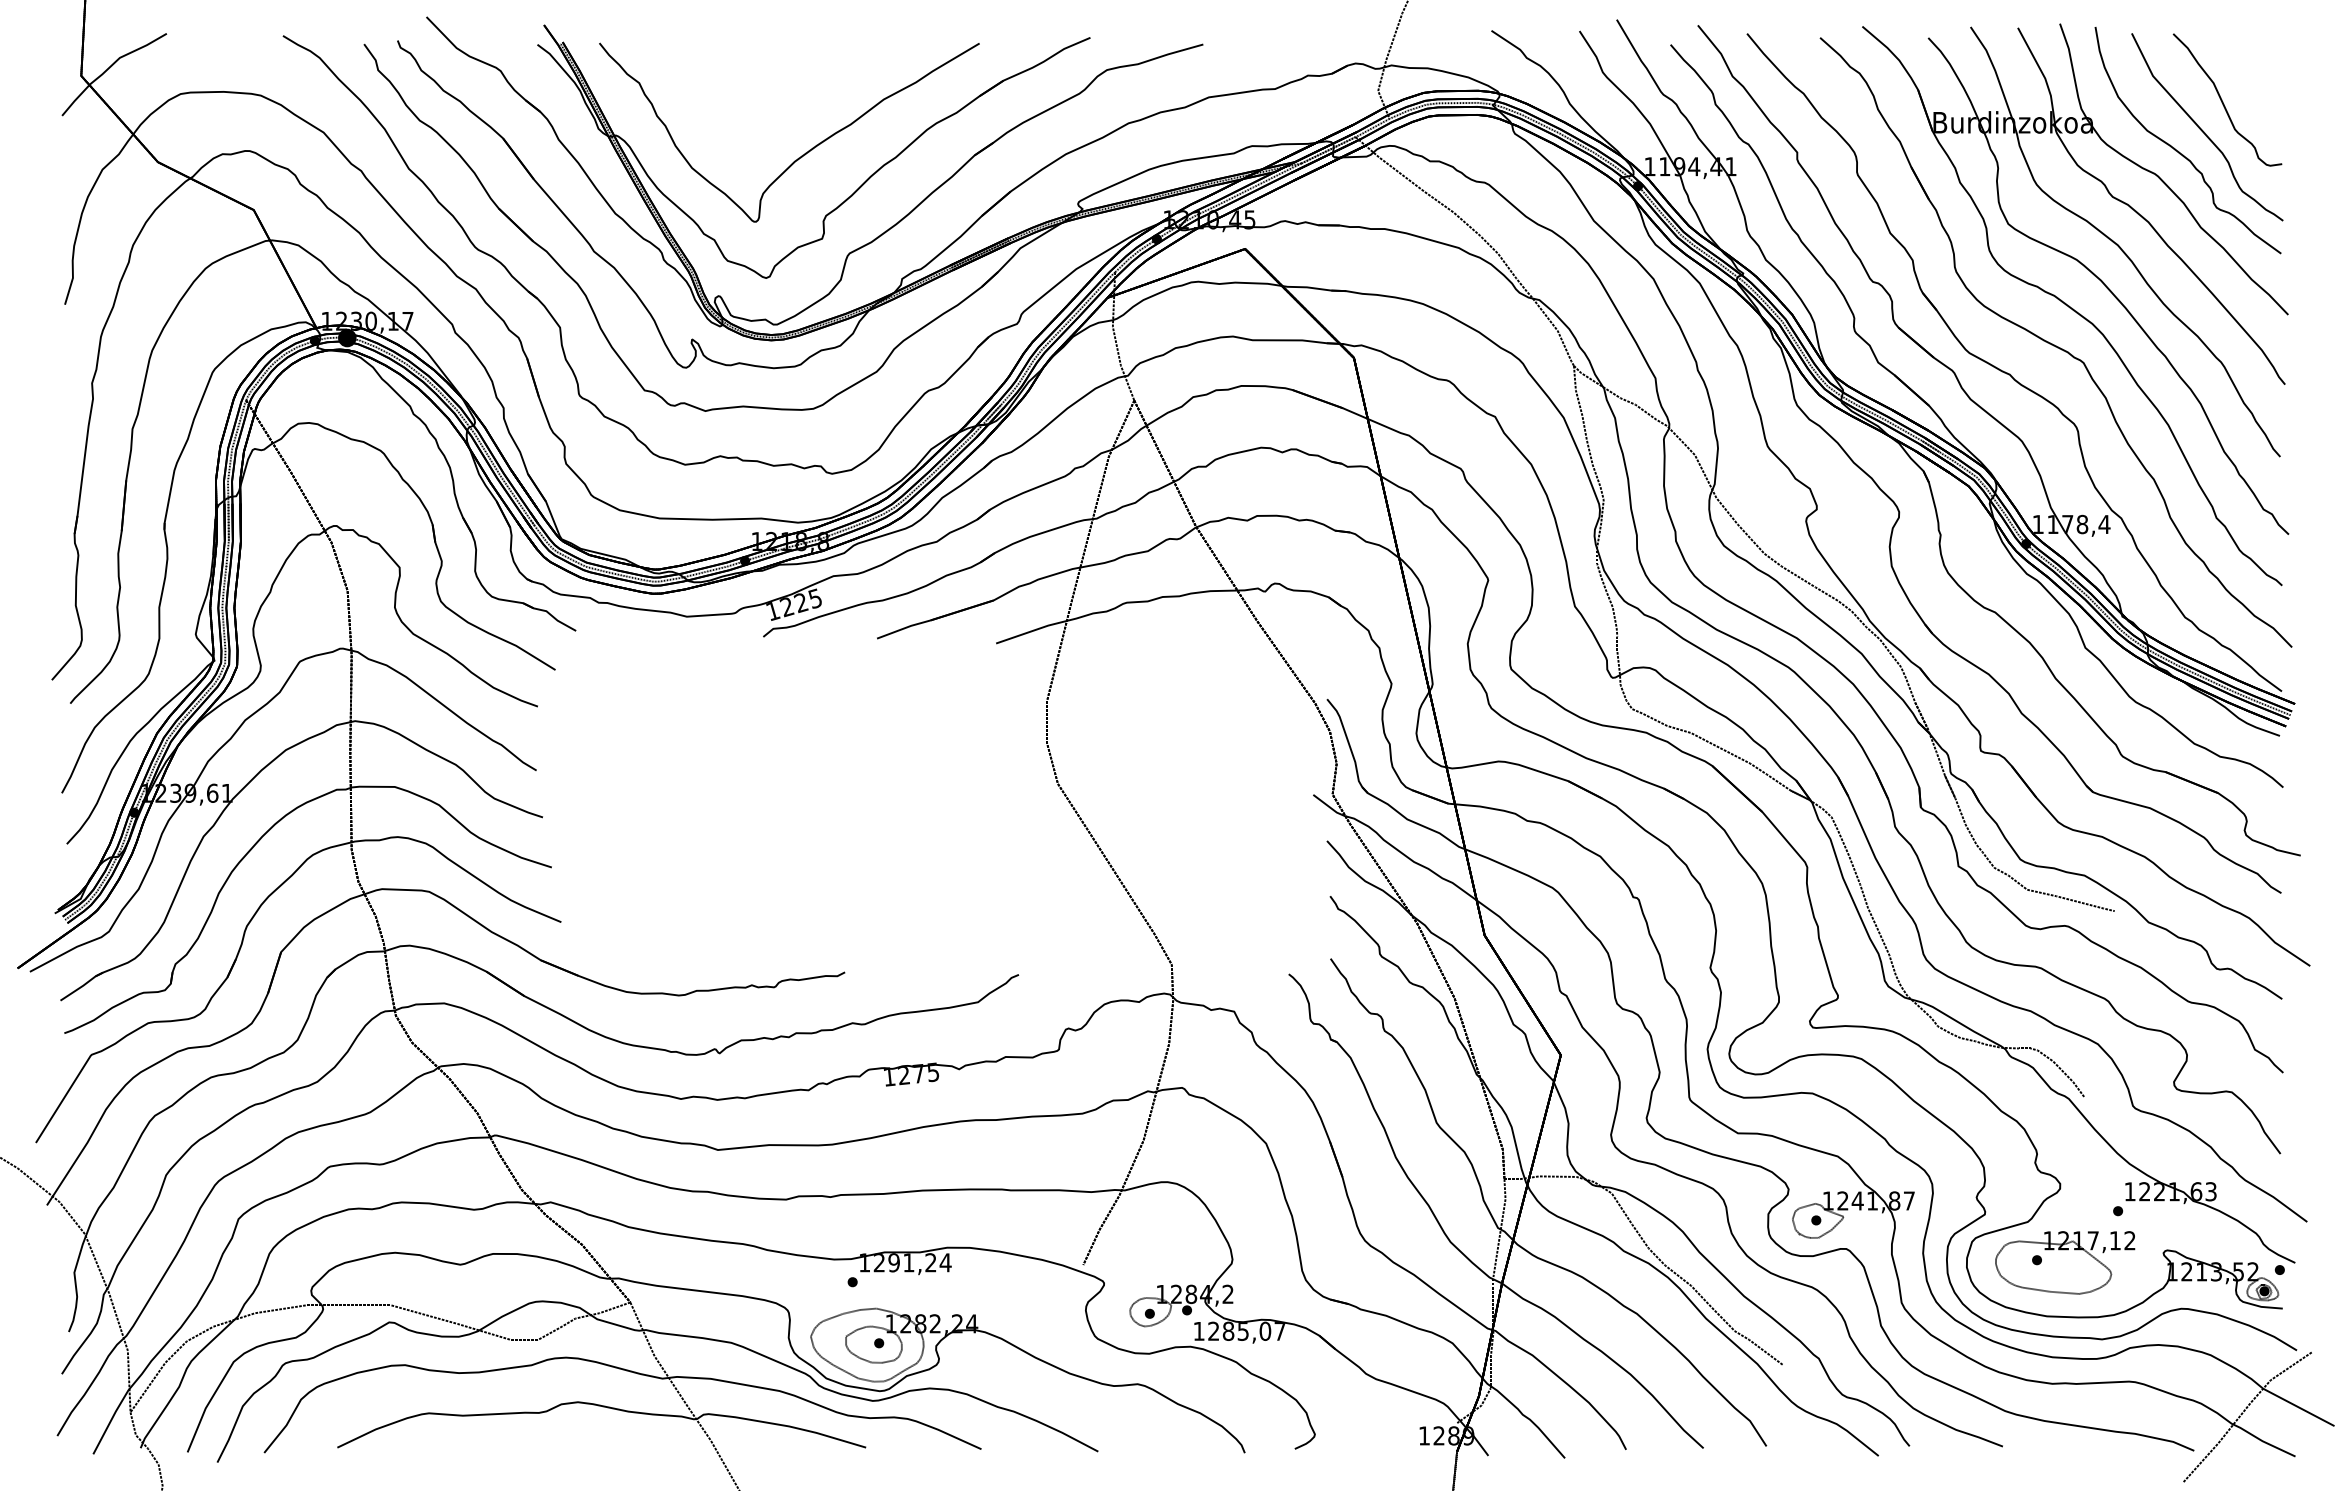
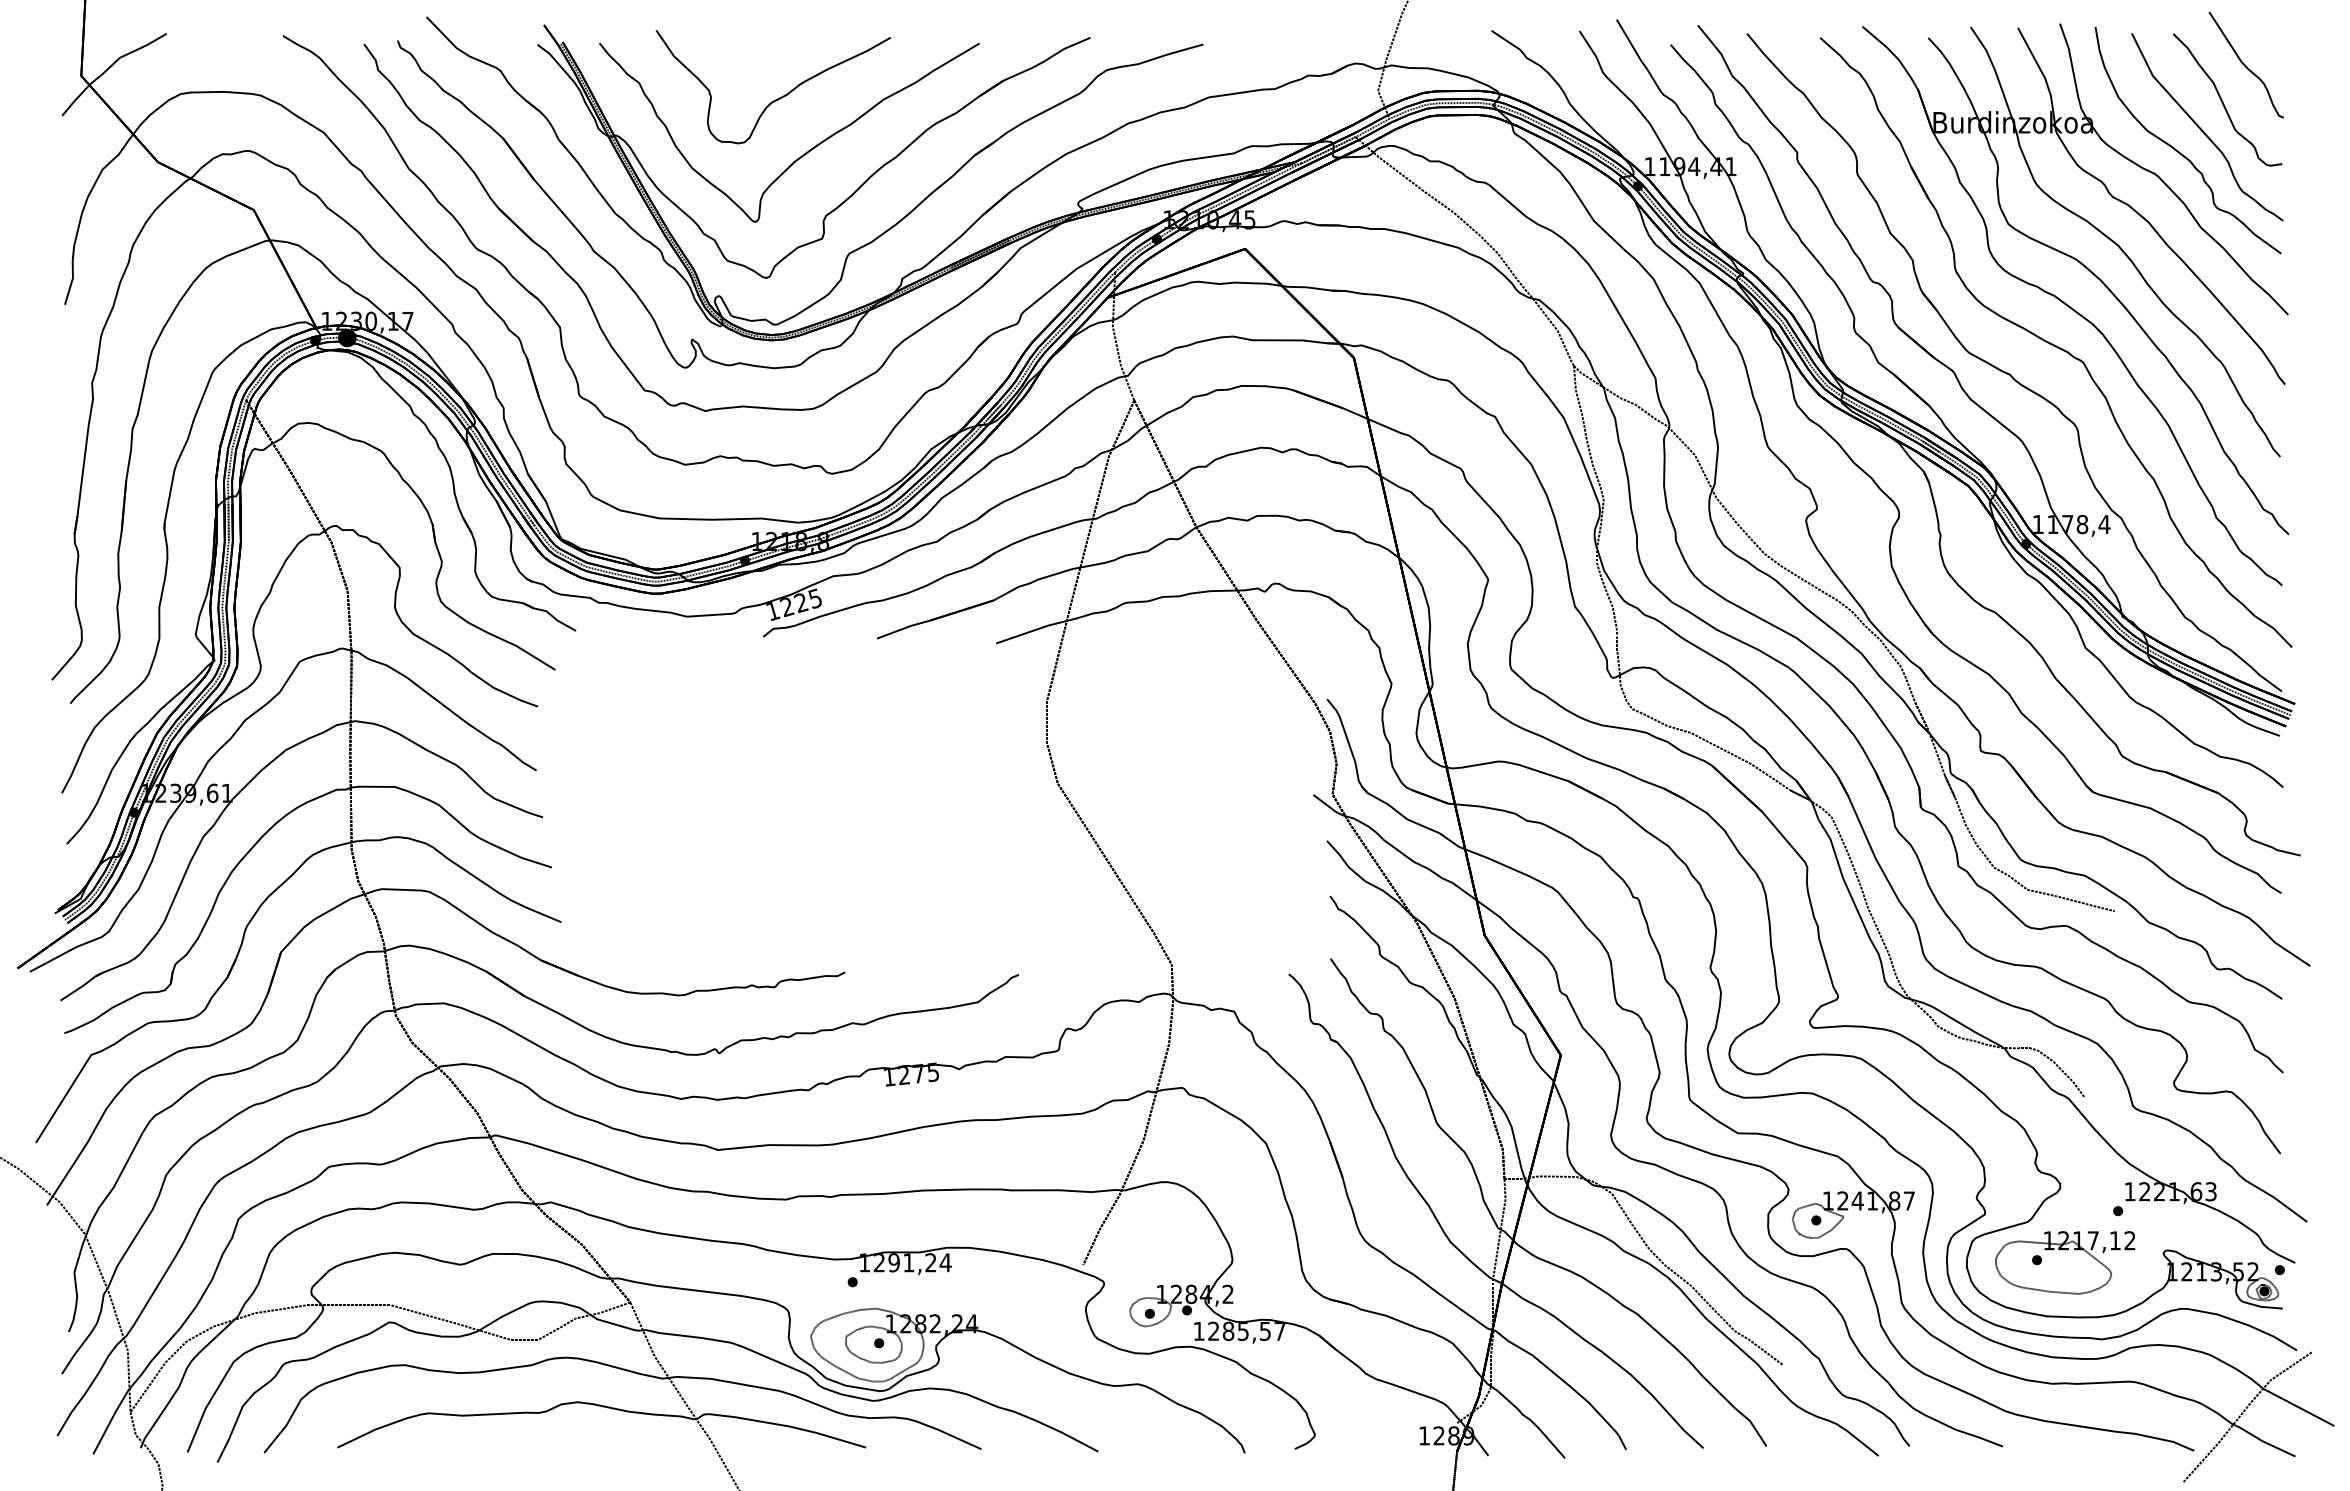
part at (2245, 64): none -> present
curve at (779, 97): none -> present
text at (1265, 1330): 1285,07 -> 1285,57
